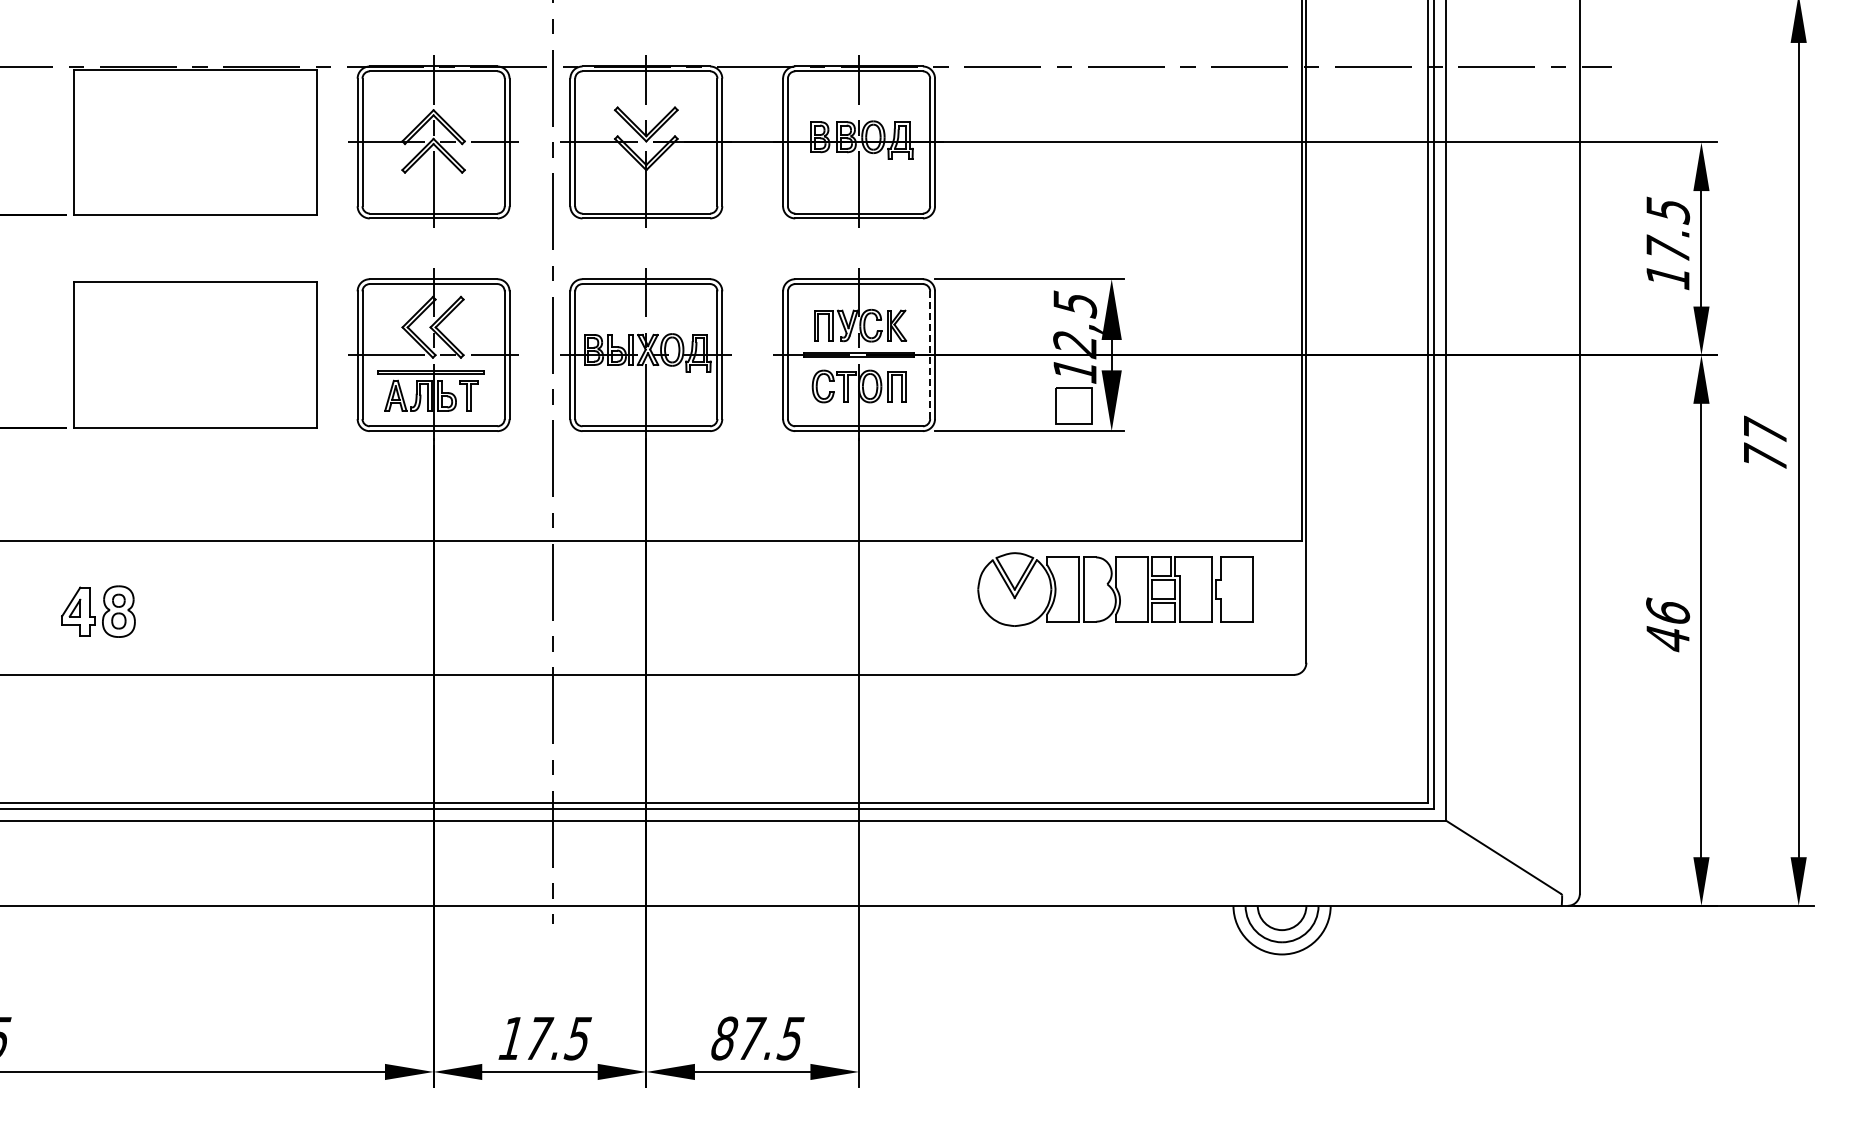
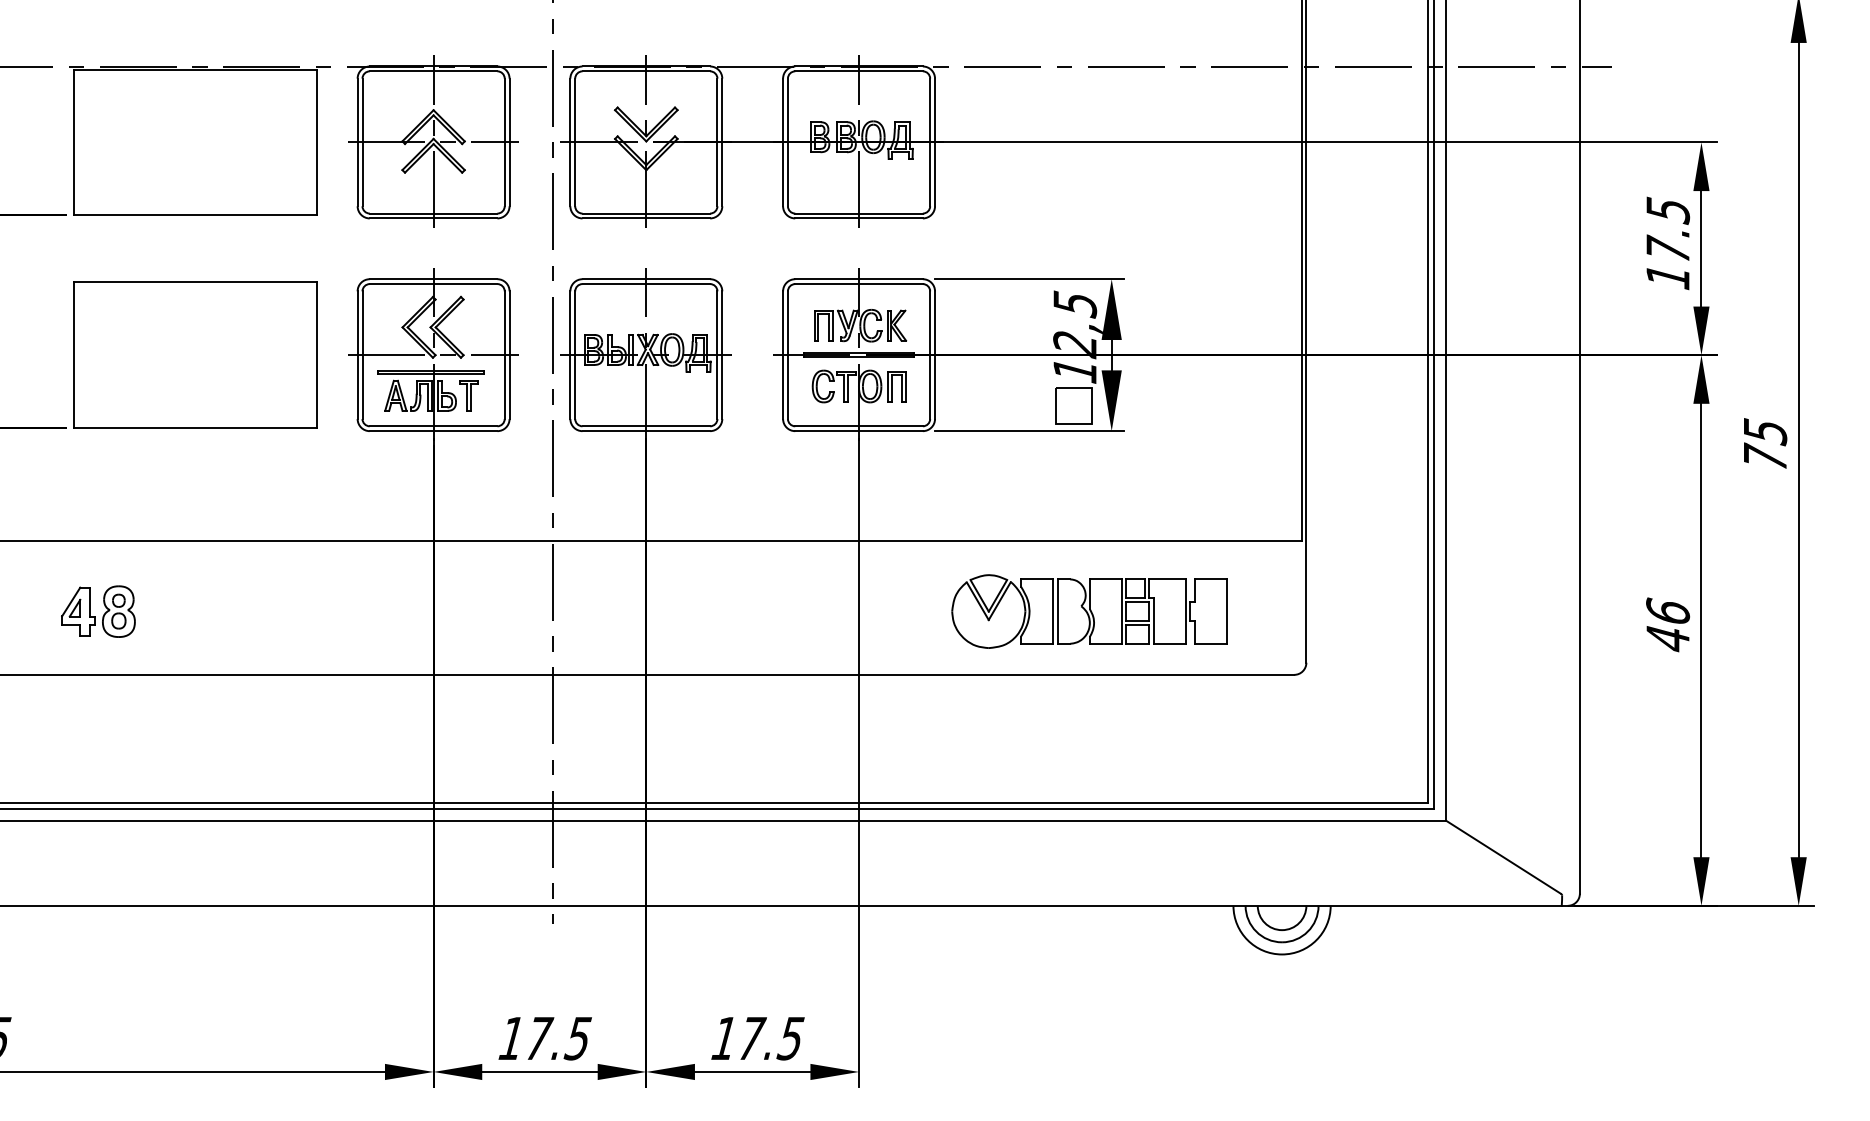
line at (930, 355): dashed -> solid
text at (1765, 430): 77 -> 75
part at (1115, 589) position: (1115, 589) -> (1089, 611)
text at (724, 1038): 87.5 -> 17.5
